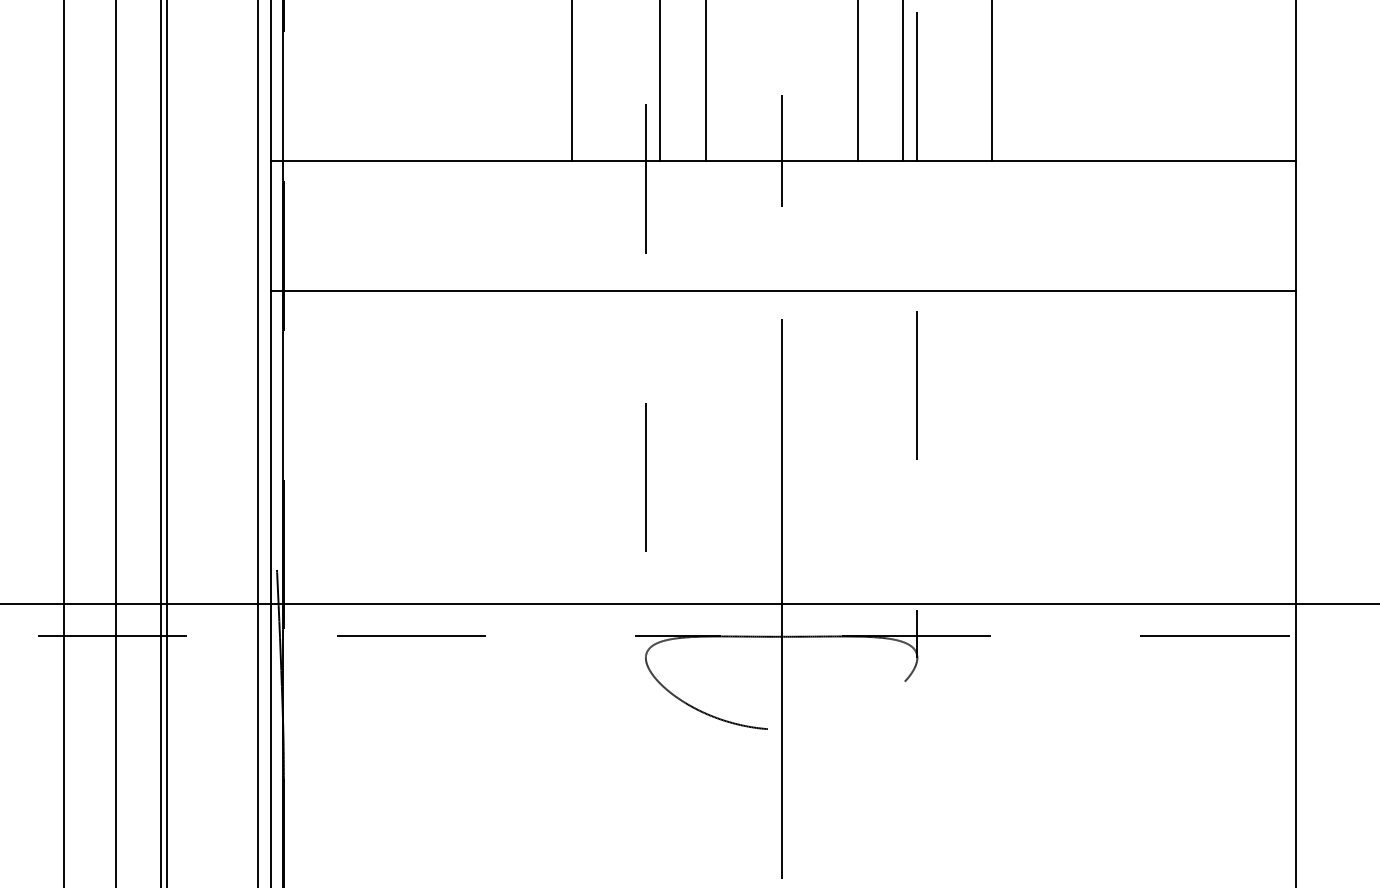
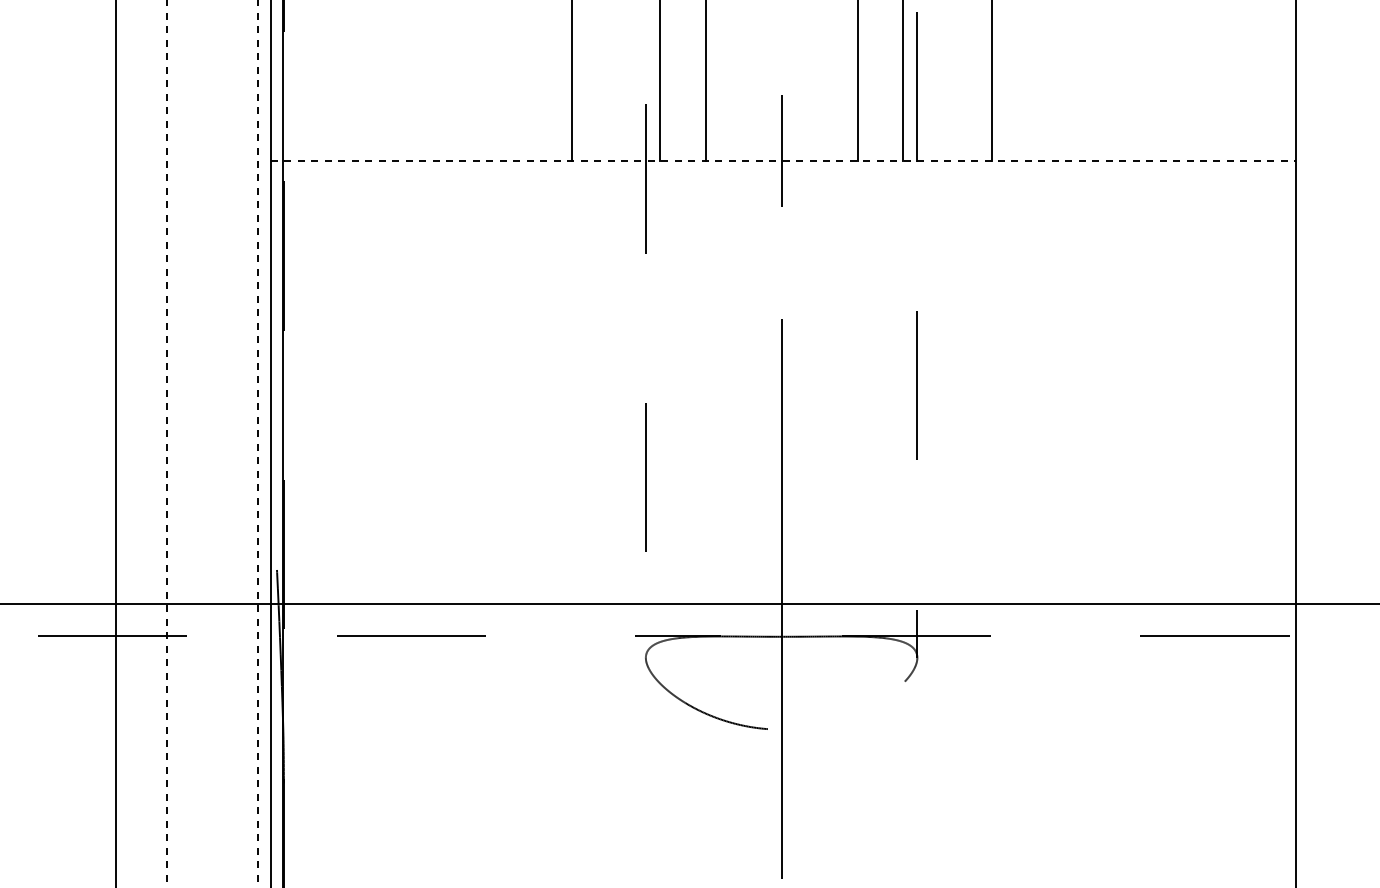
line at (783, 161): solid -> dashed
line at (782, 290): present -> none
line at (64, 443): present -> none
line at (160, 443): present -> none
line at (167, 444): solid -> dashed
line at (258, 444): solid -> dashed
